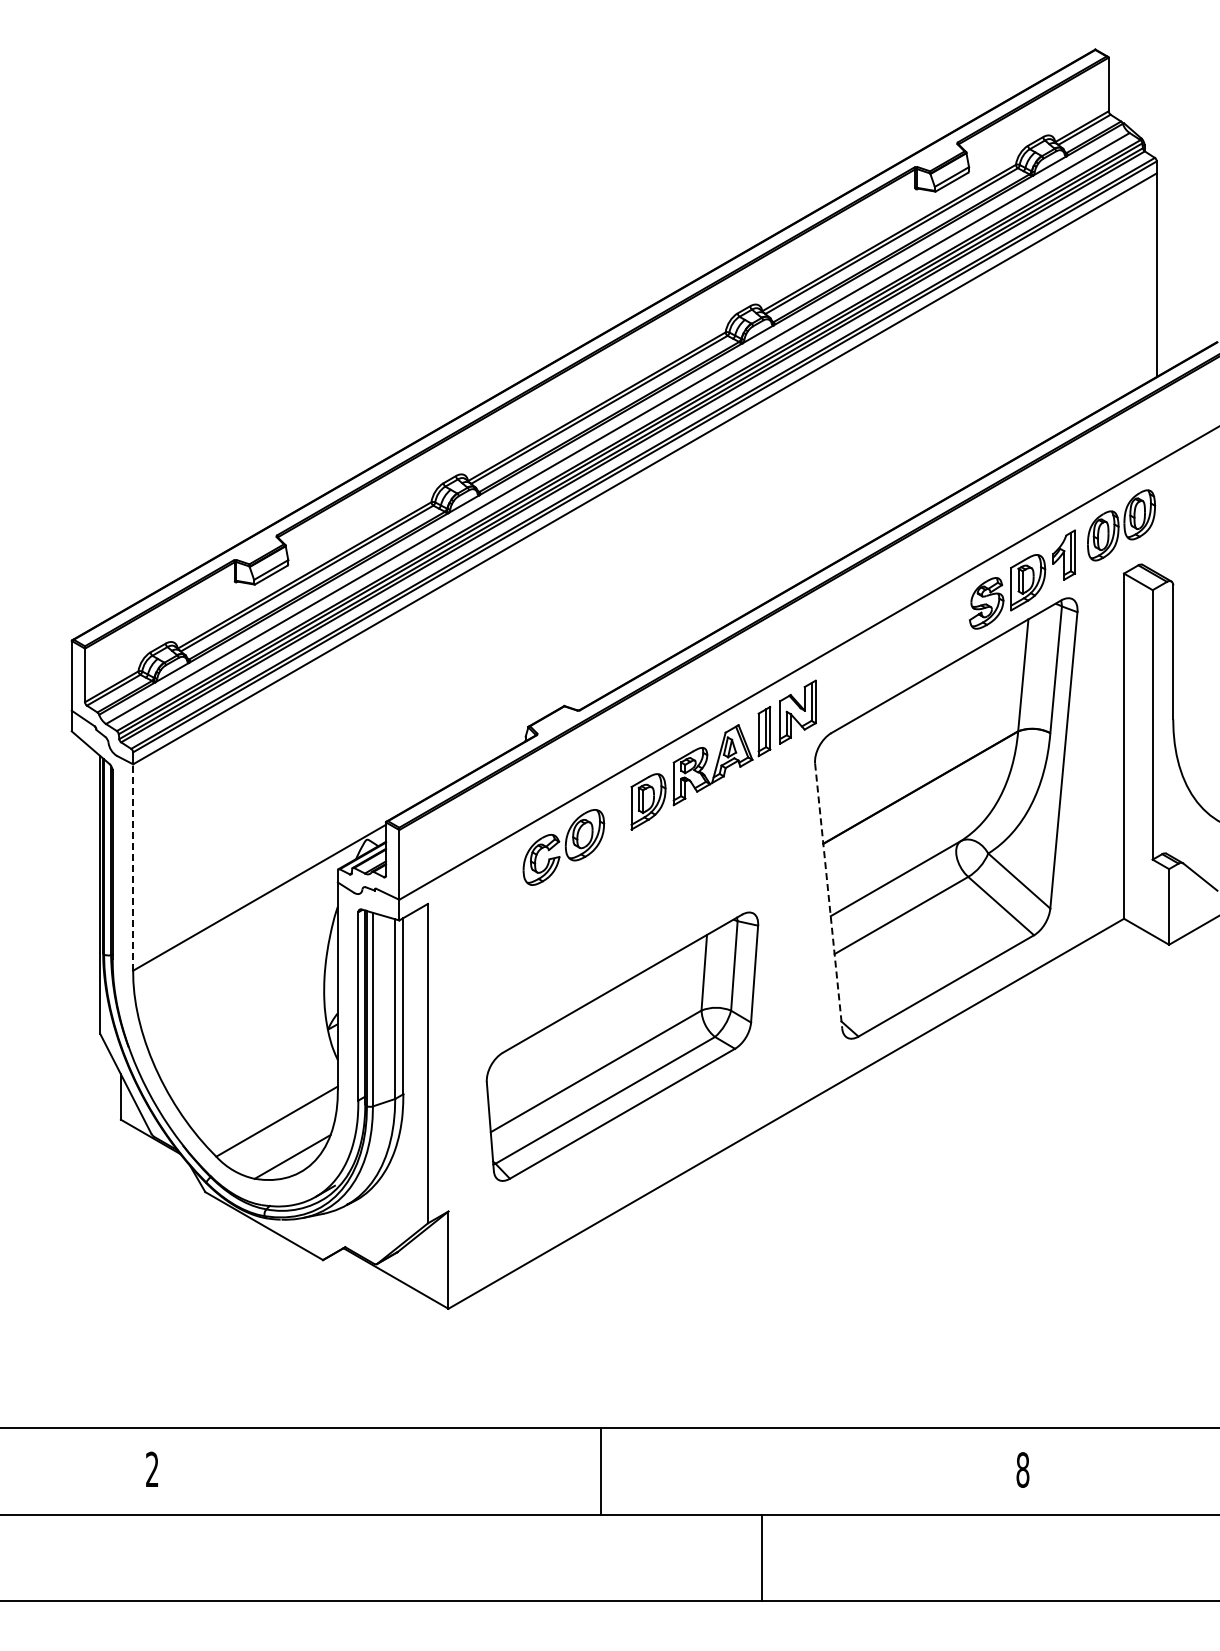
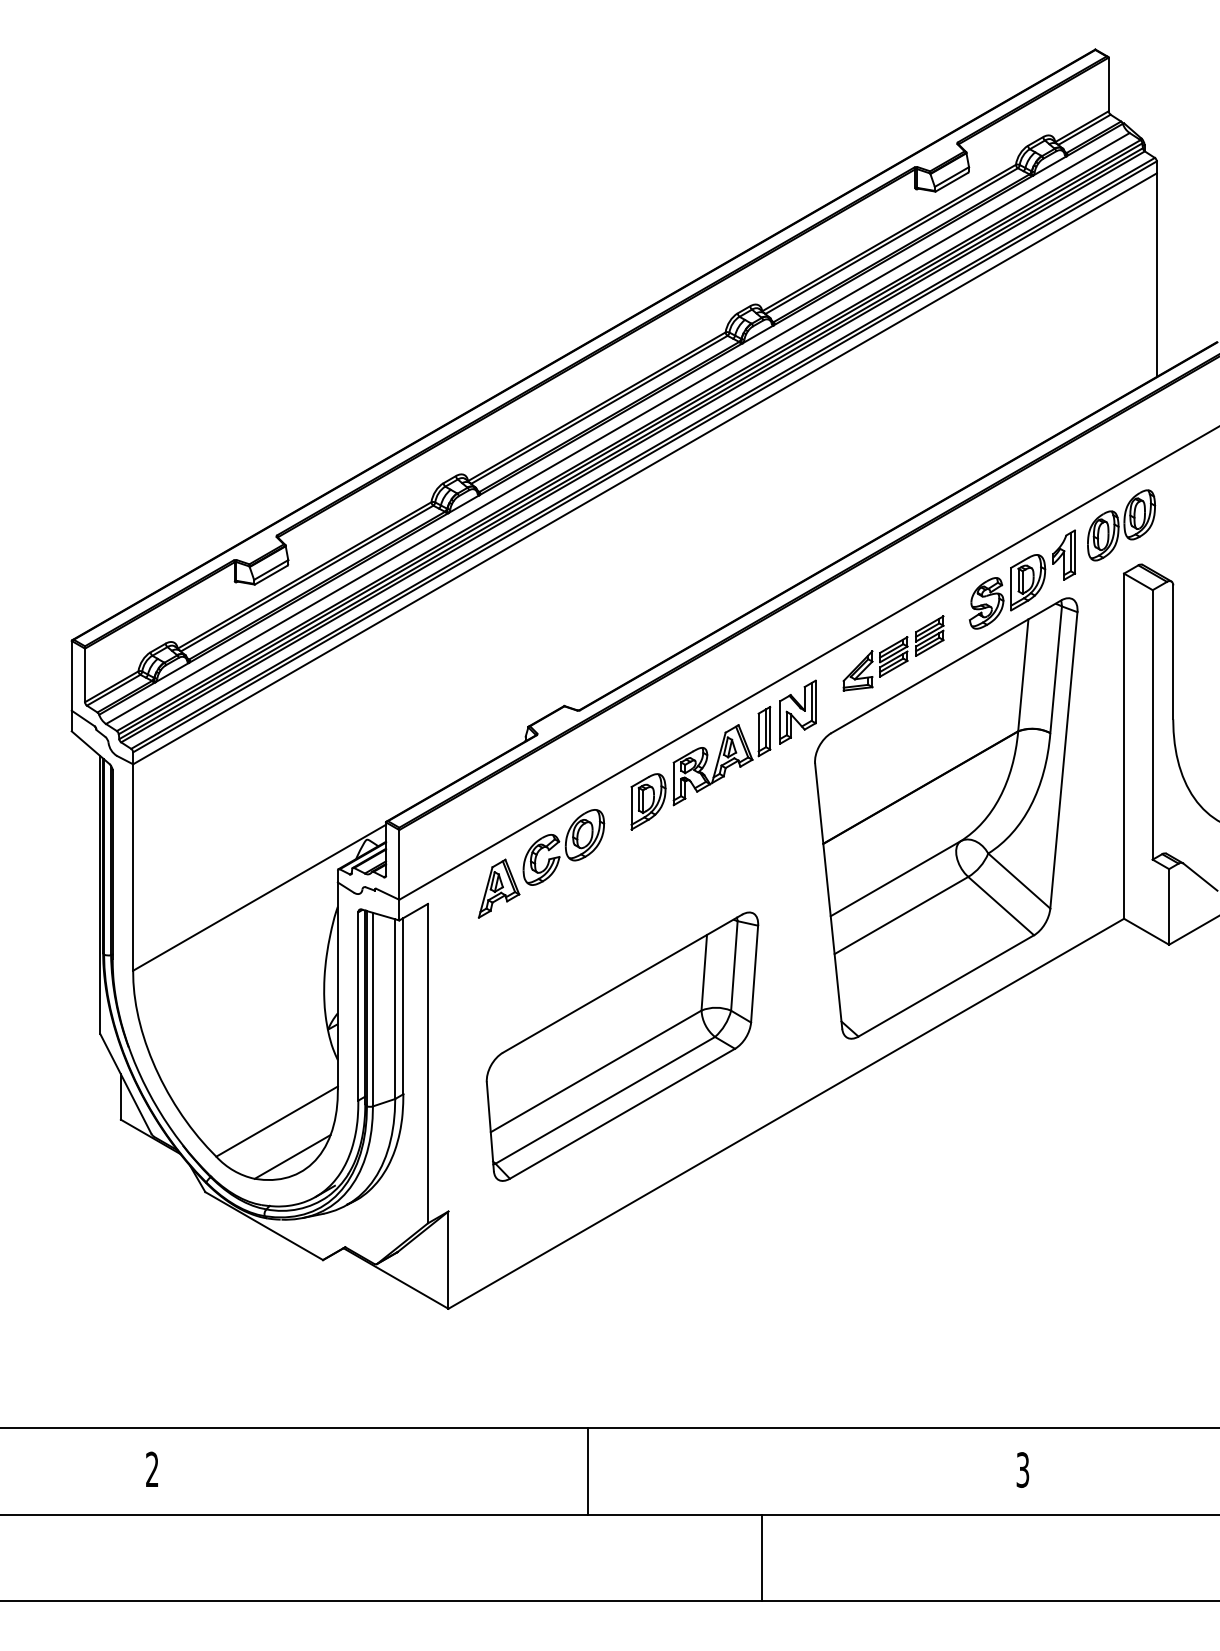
part at (893, 653): none -> present
line at (133, 867): dashed -> solid
part at (498, 888): none -> present
line at (828, 896): dashed -> solid
text at (1022, 1469): 8 -> 3
line at (600, 1470) position: (600, 1470) -> (587, 1470)
